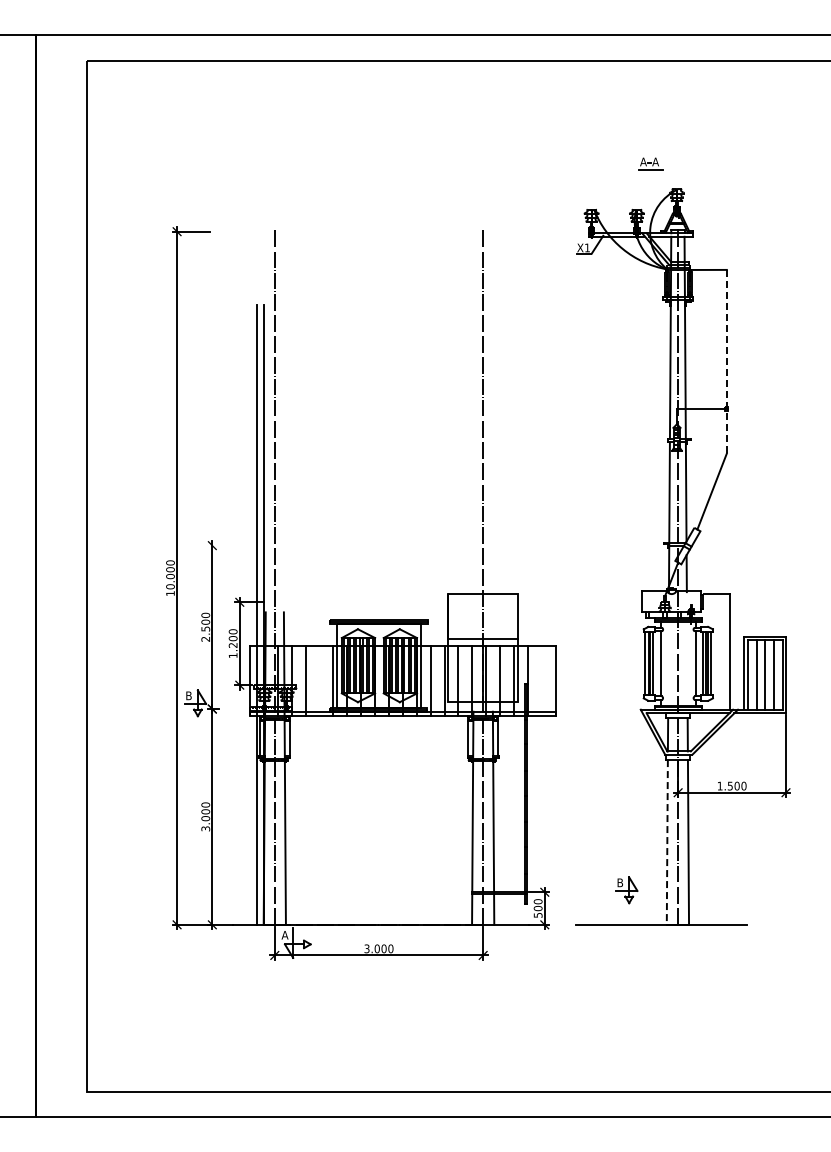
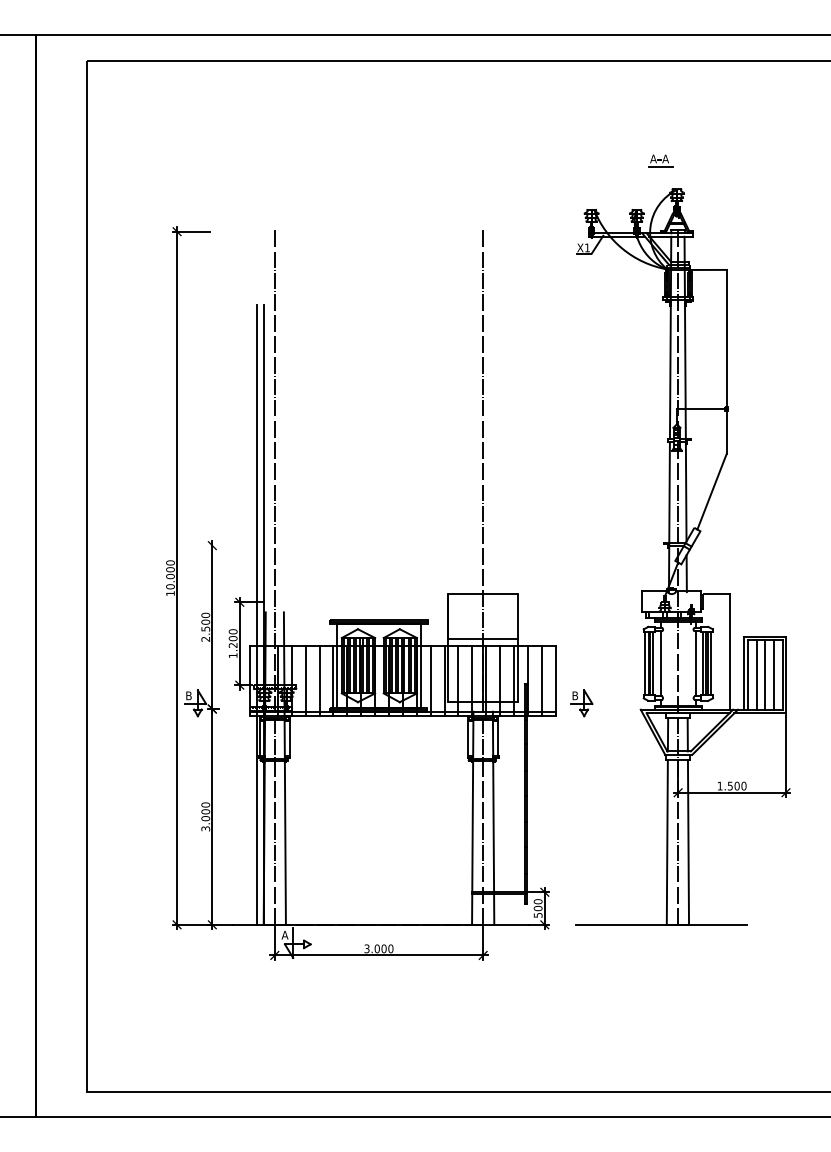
part at (650, 163) position: (650, 163) -> (660, 160)
line at (726, 361): dashed -> solid
line at (319, 680): none -> present
line at (541, 680): none -> present
line at (667, 842): dashed -> solid
part at (626, 890) position: (626, 890) -> (581, 703)
